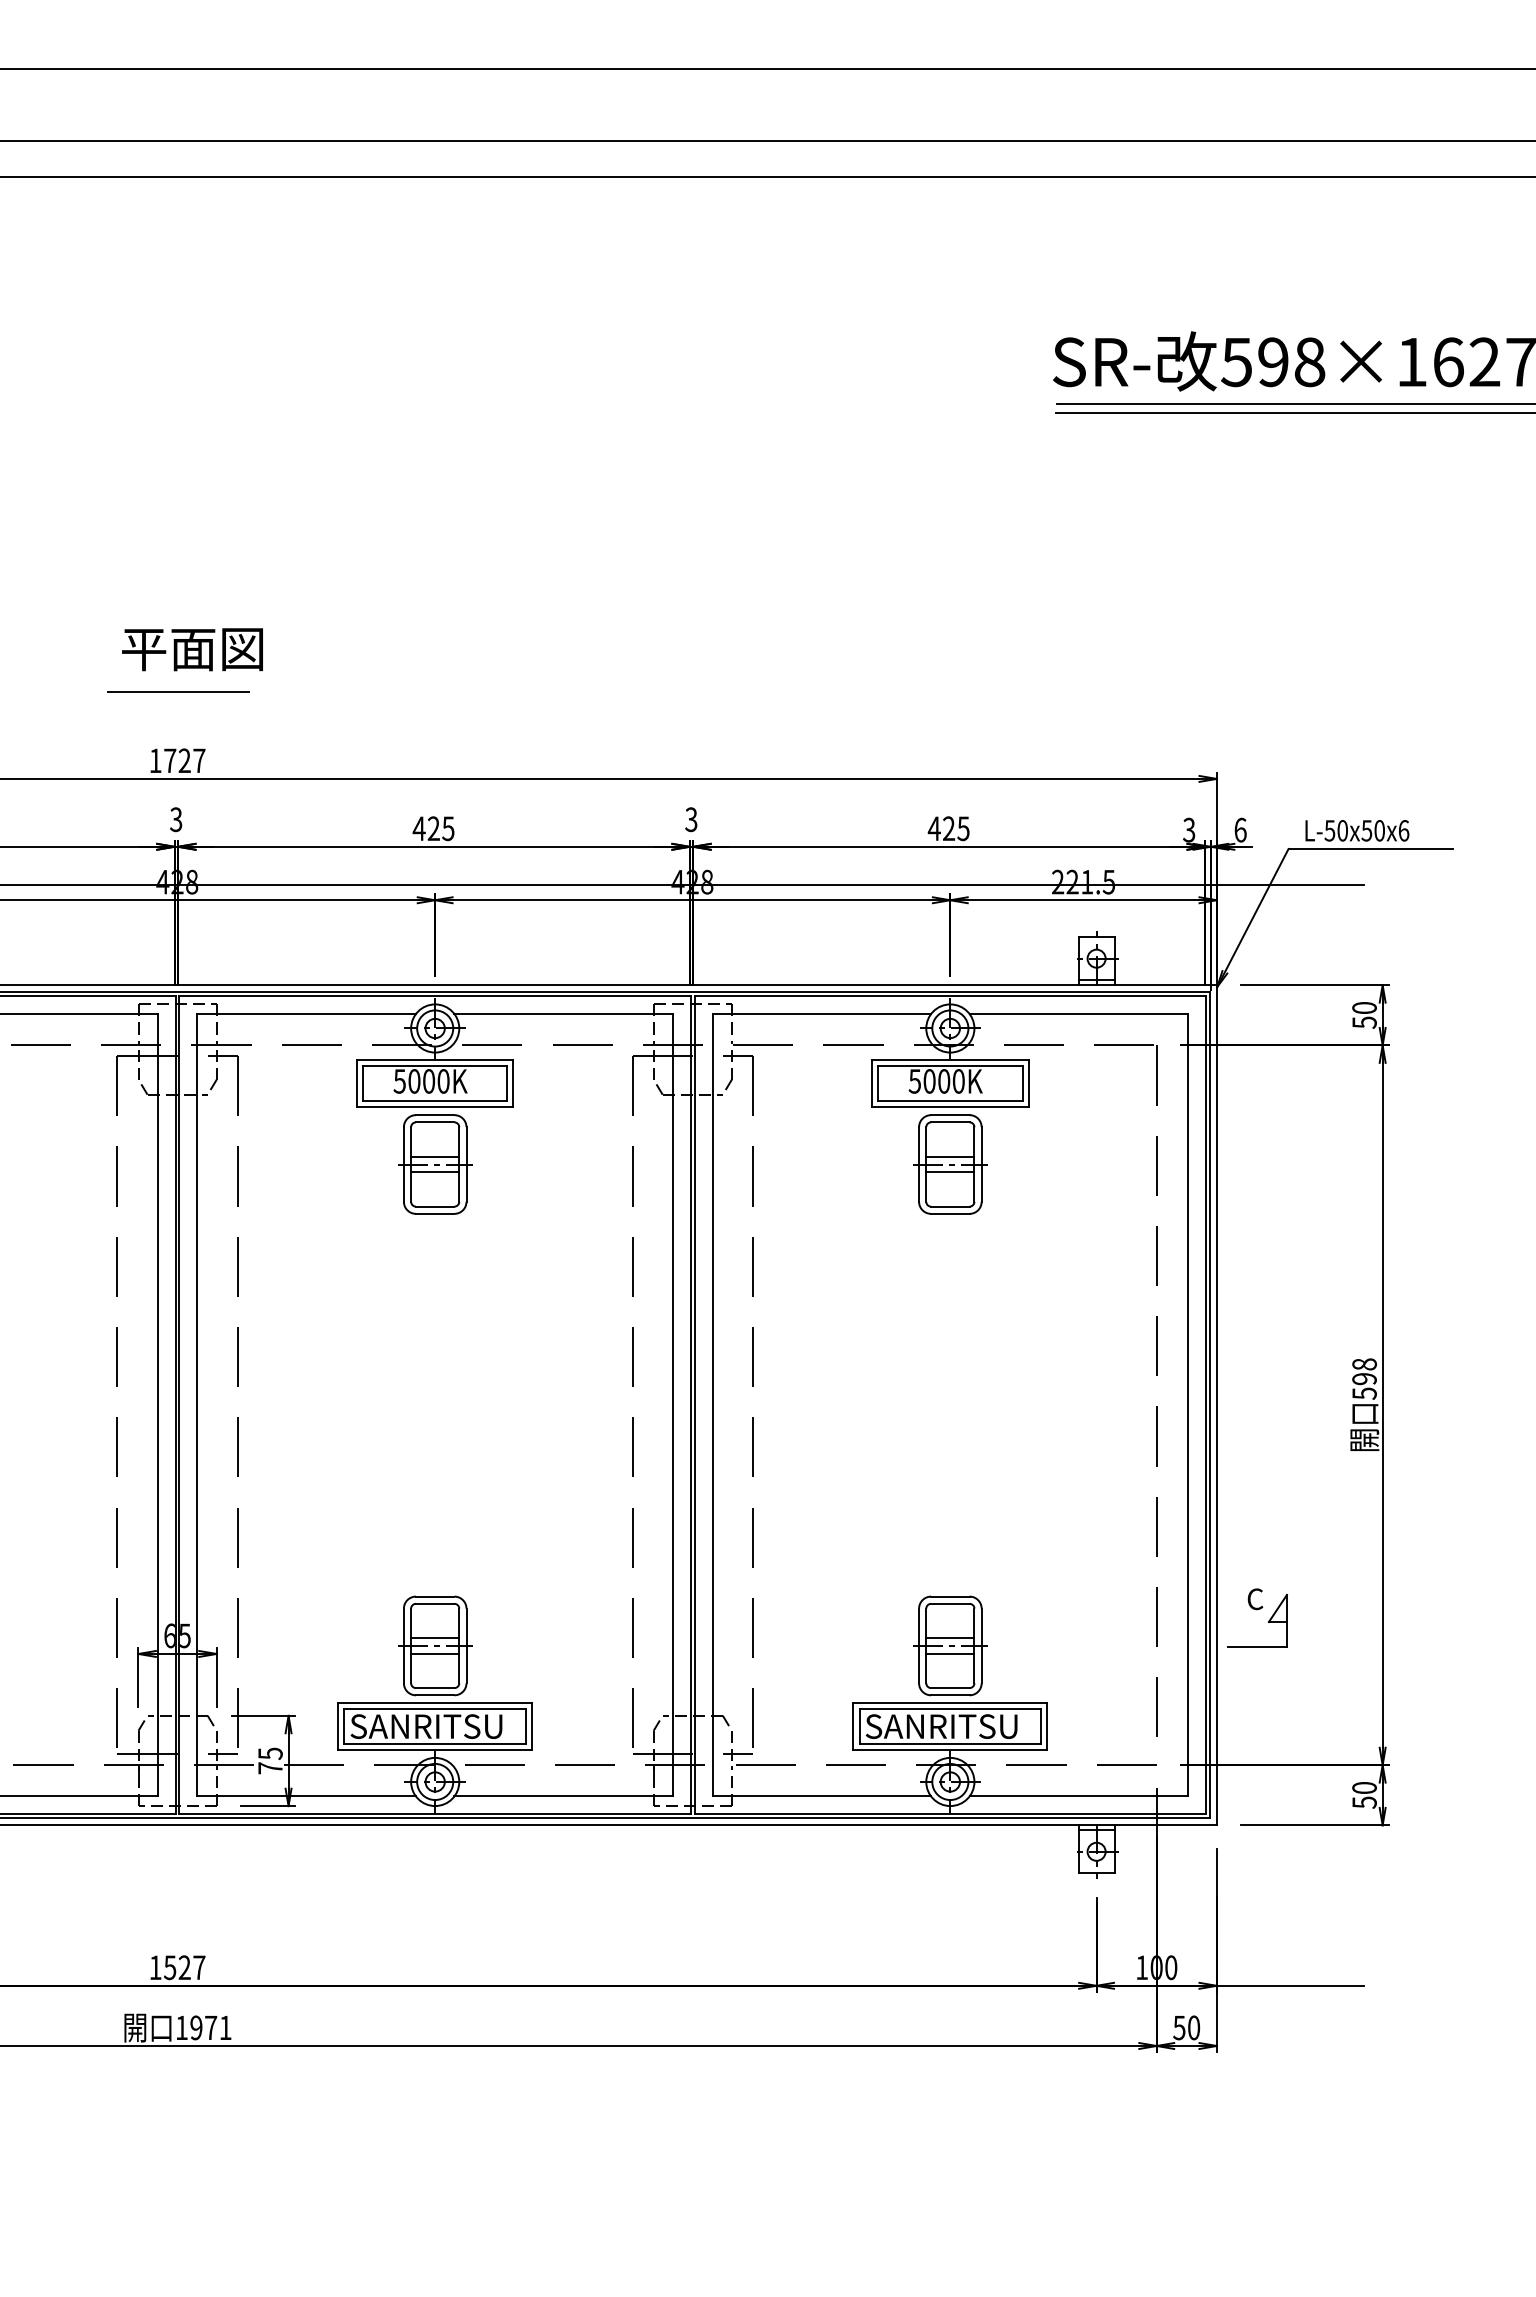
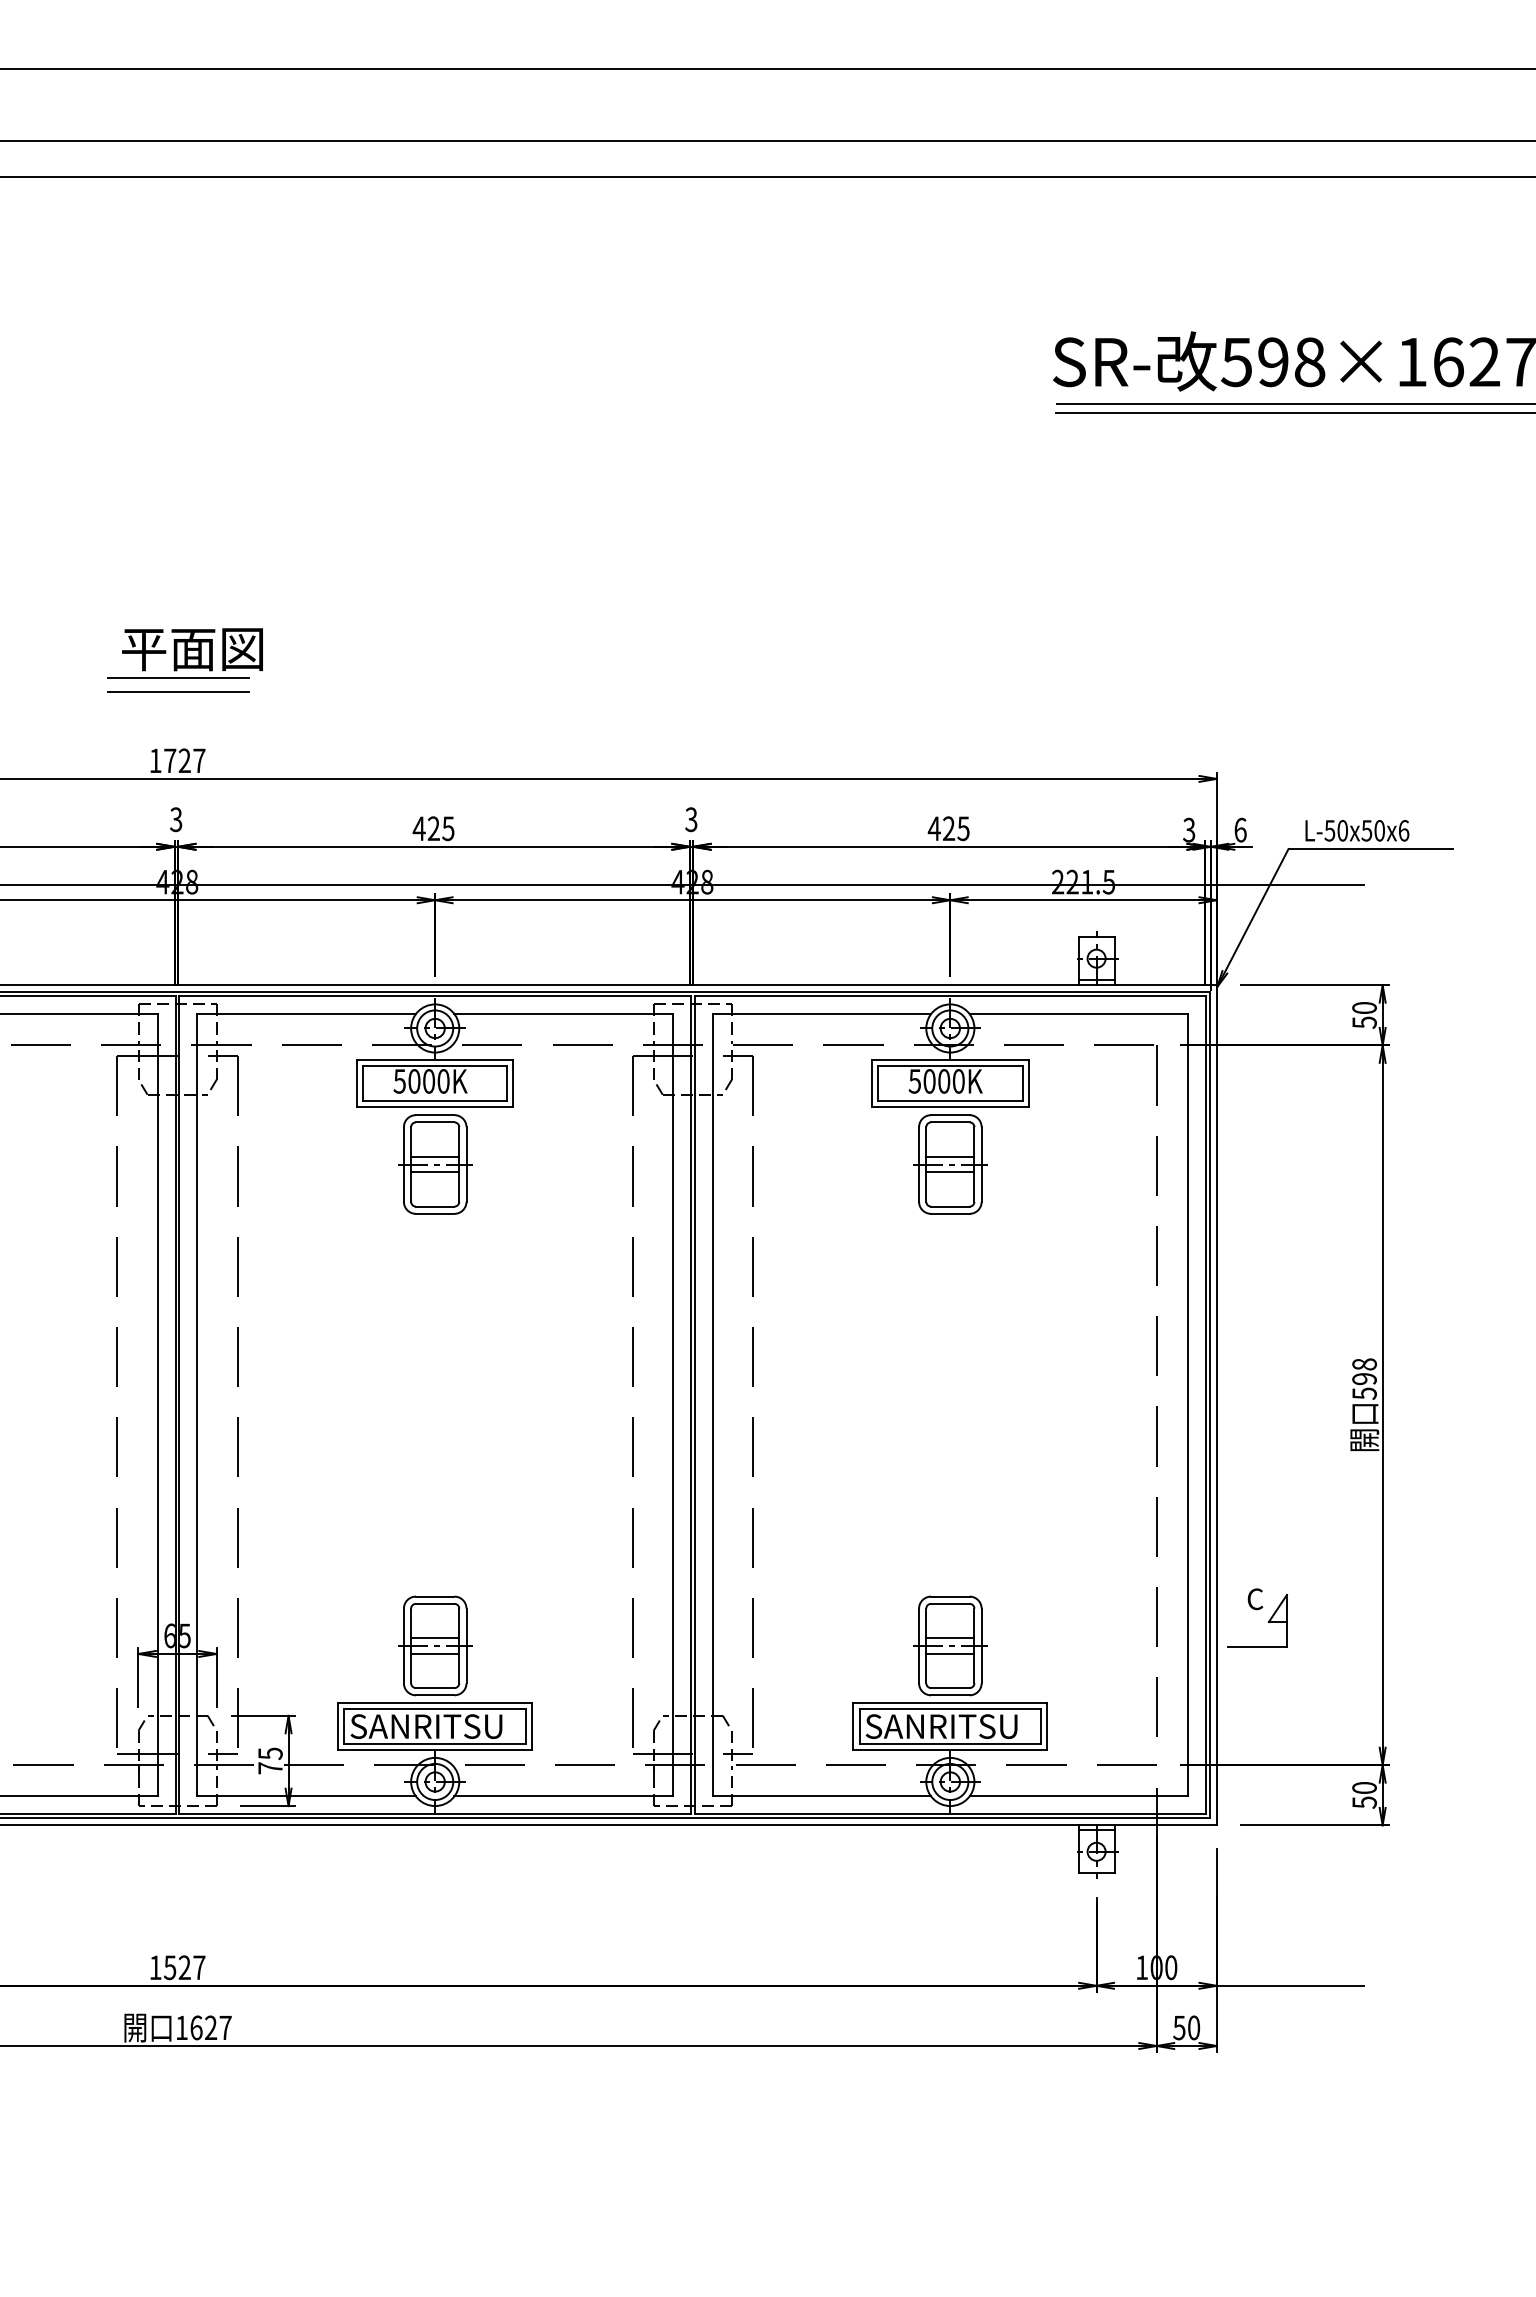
line at (178, 678): none -> present
text at (210, 2027): 1971 -> 1627
